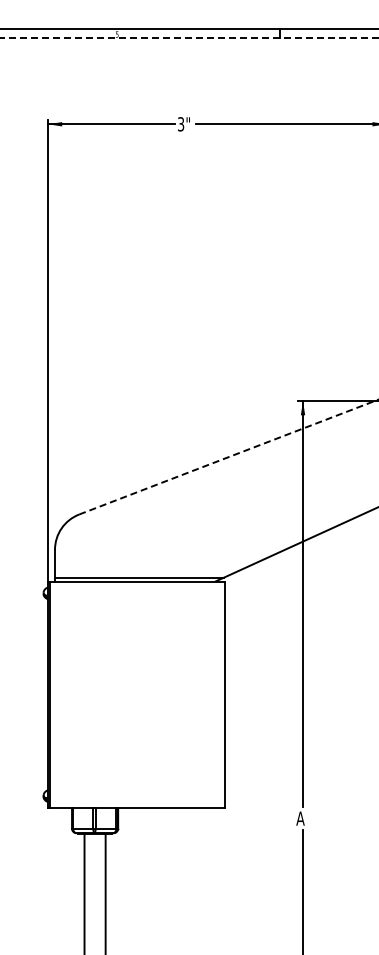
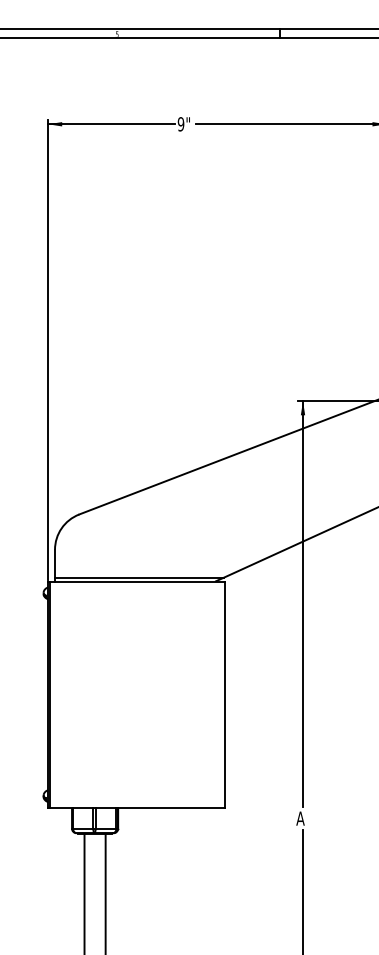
line at (189, 38): dashed -> solid
text at (180, 124): 3" -> 9"
line at (229, 456): dashed -> solid
